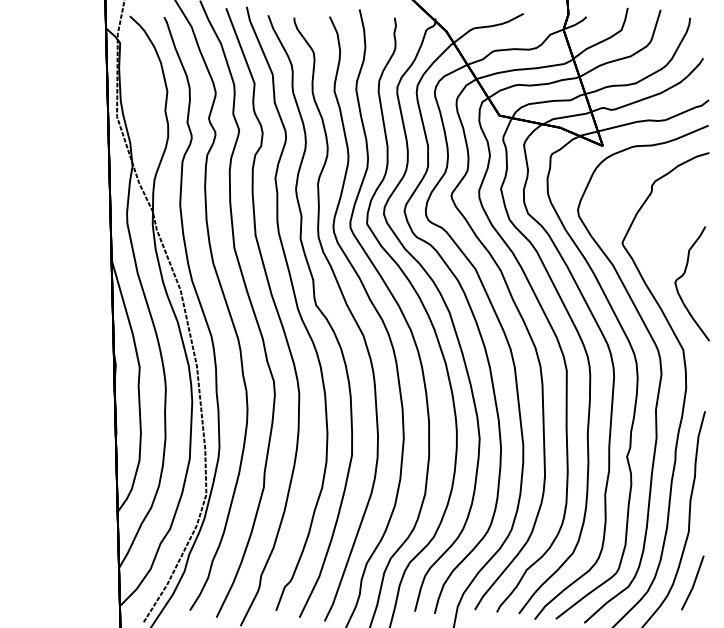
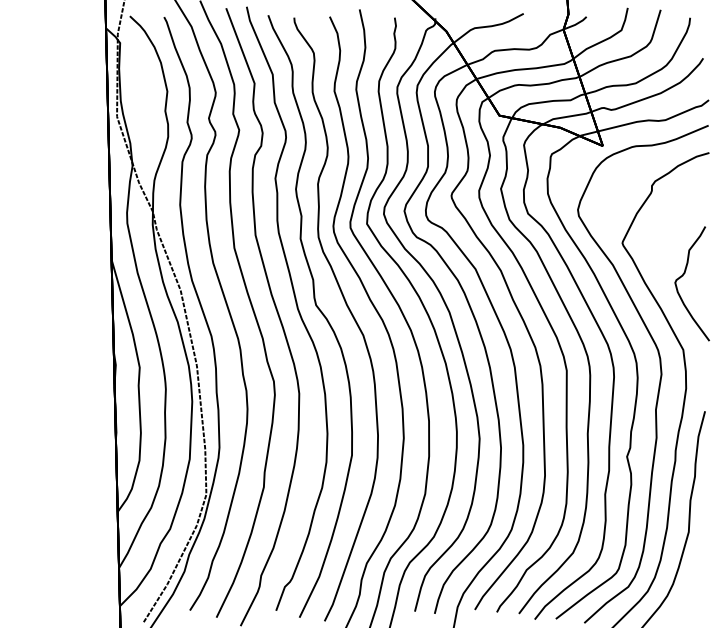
line at (693, 582): present -> none
